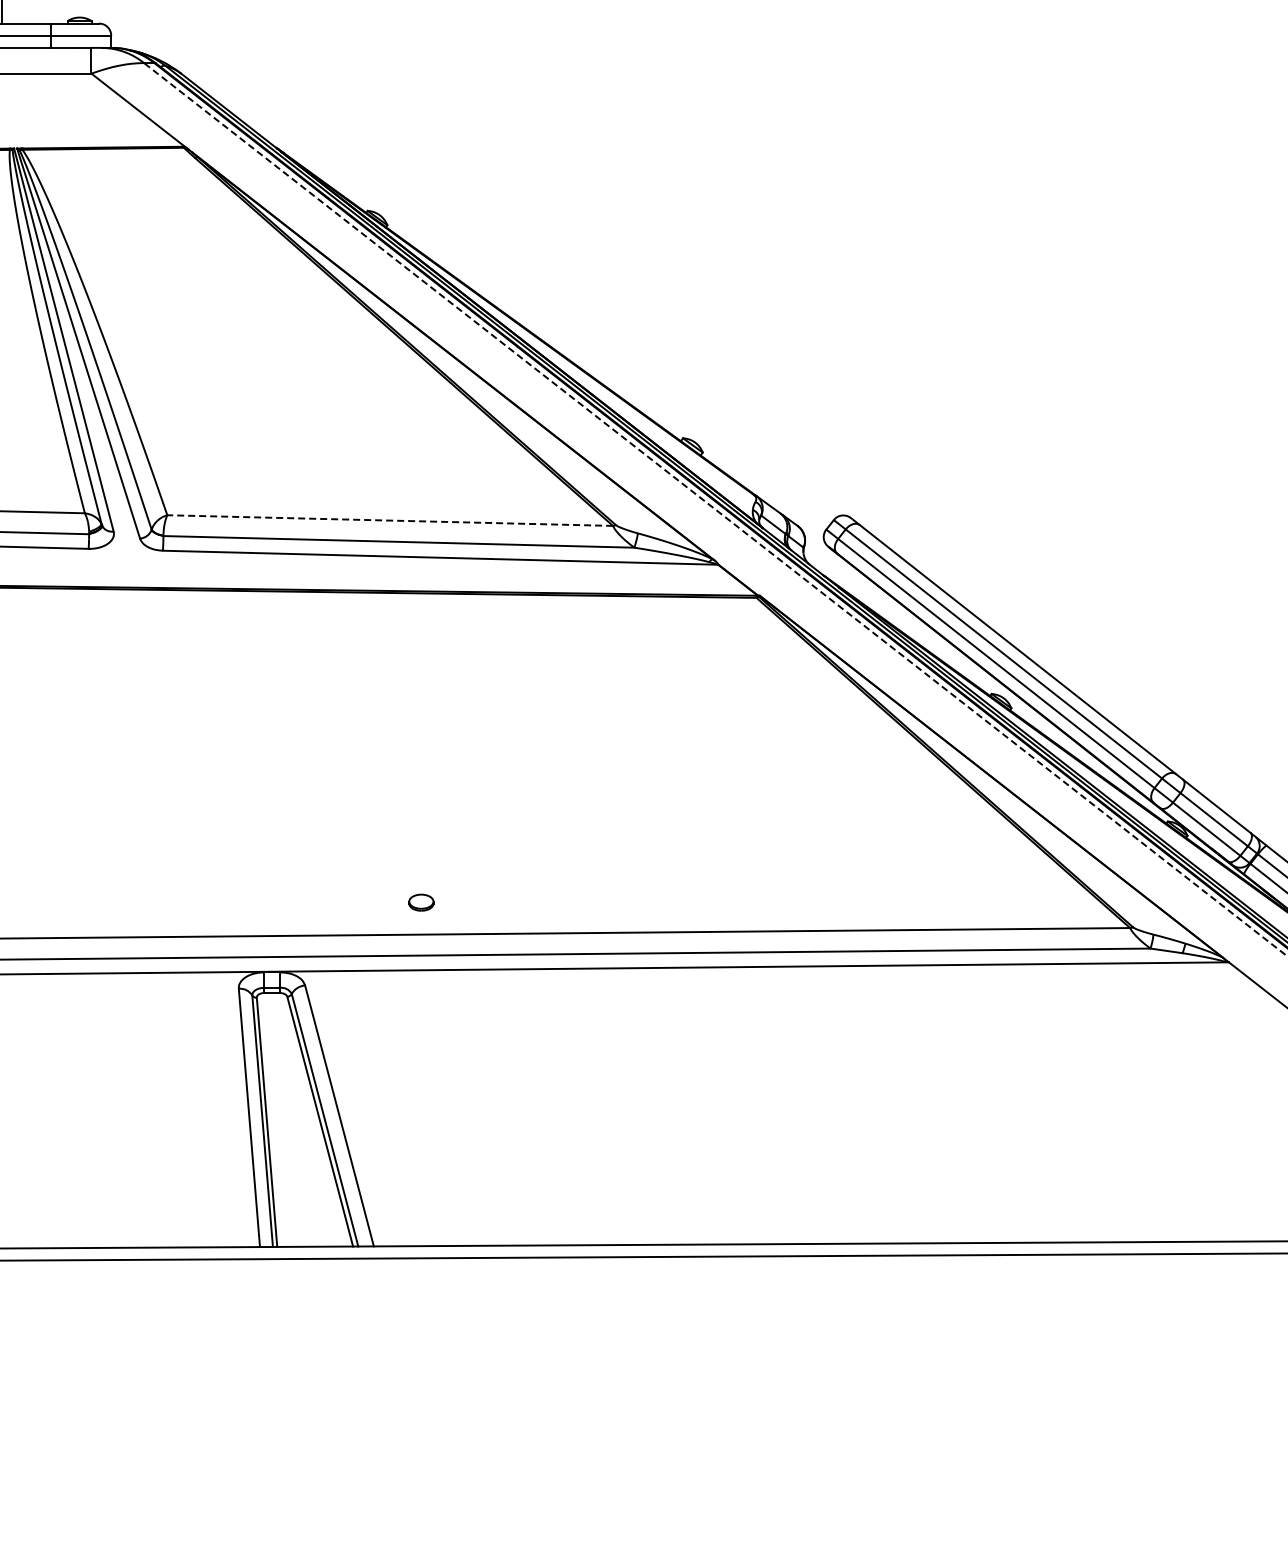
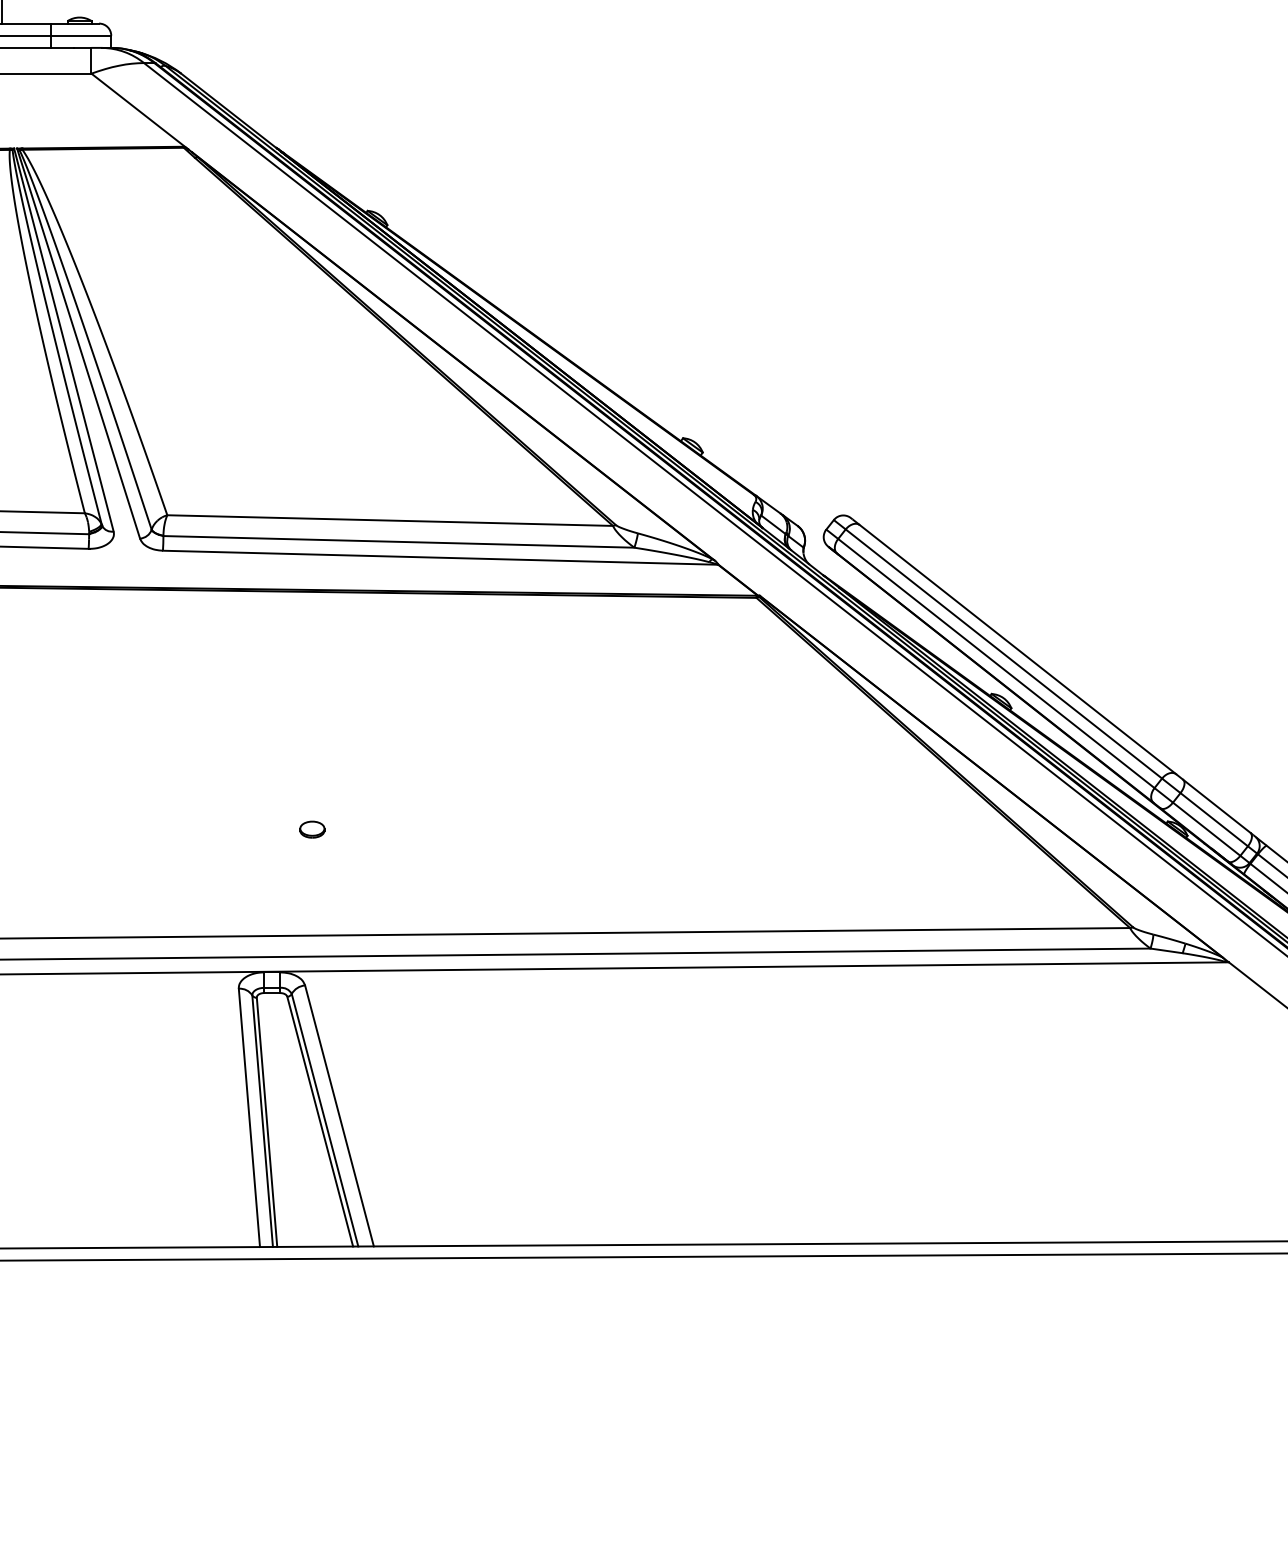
line at (715, 509): dashed -> solid
line at (390, 520): dashed -> solid
part at (421, 902) position: (421, 902) -> (312, 829)
